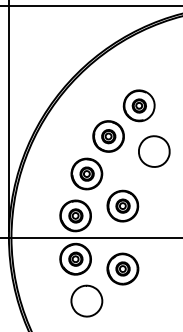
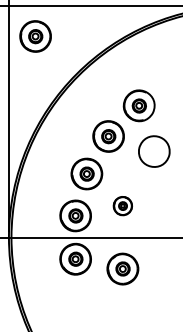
part at (35, 36): none -> present
part at (122, 205) size: 34x34 px -> 21x21 px
part at (86, 300): present -> none
